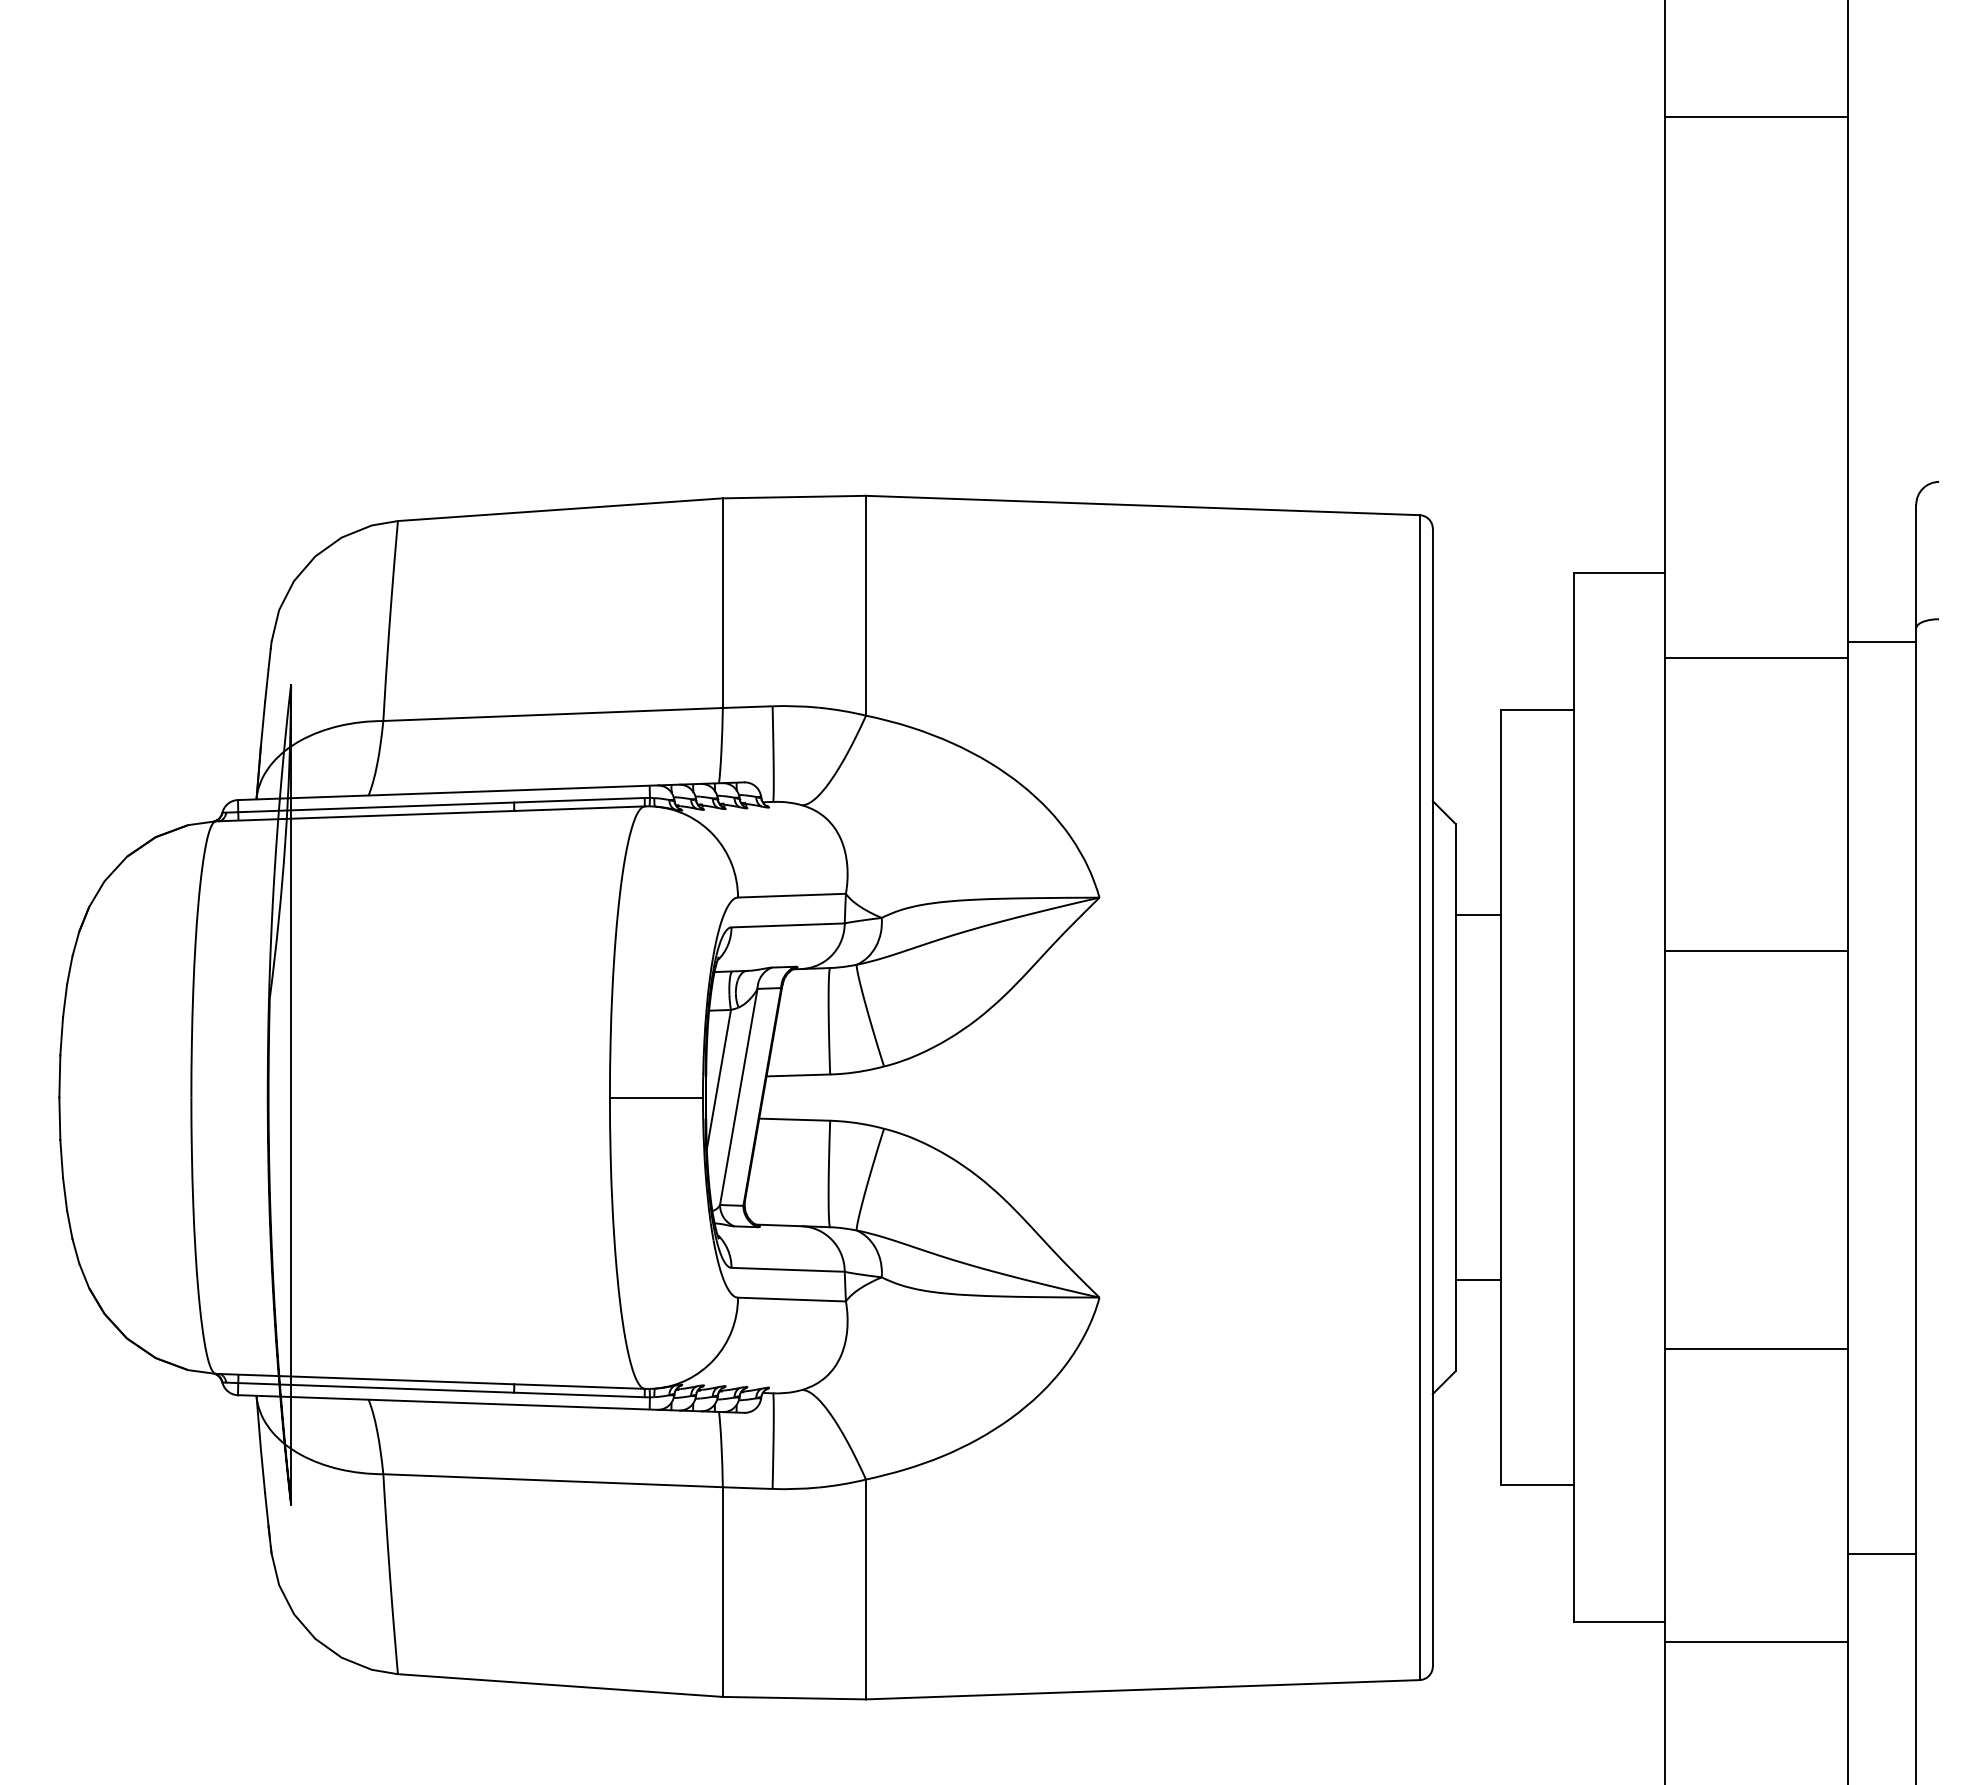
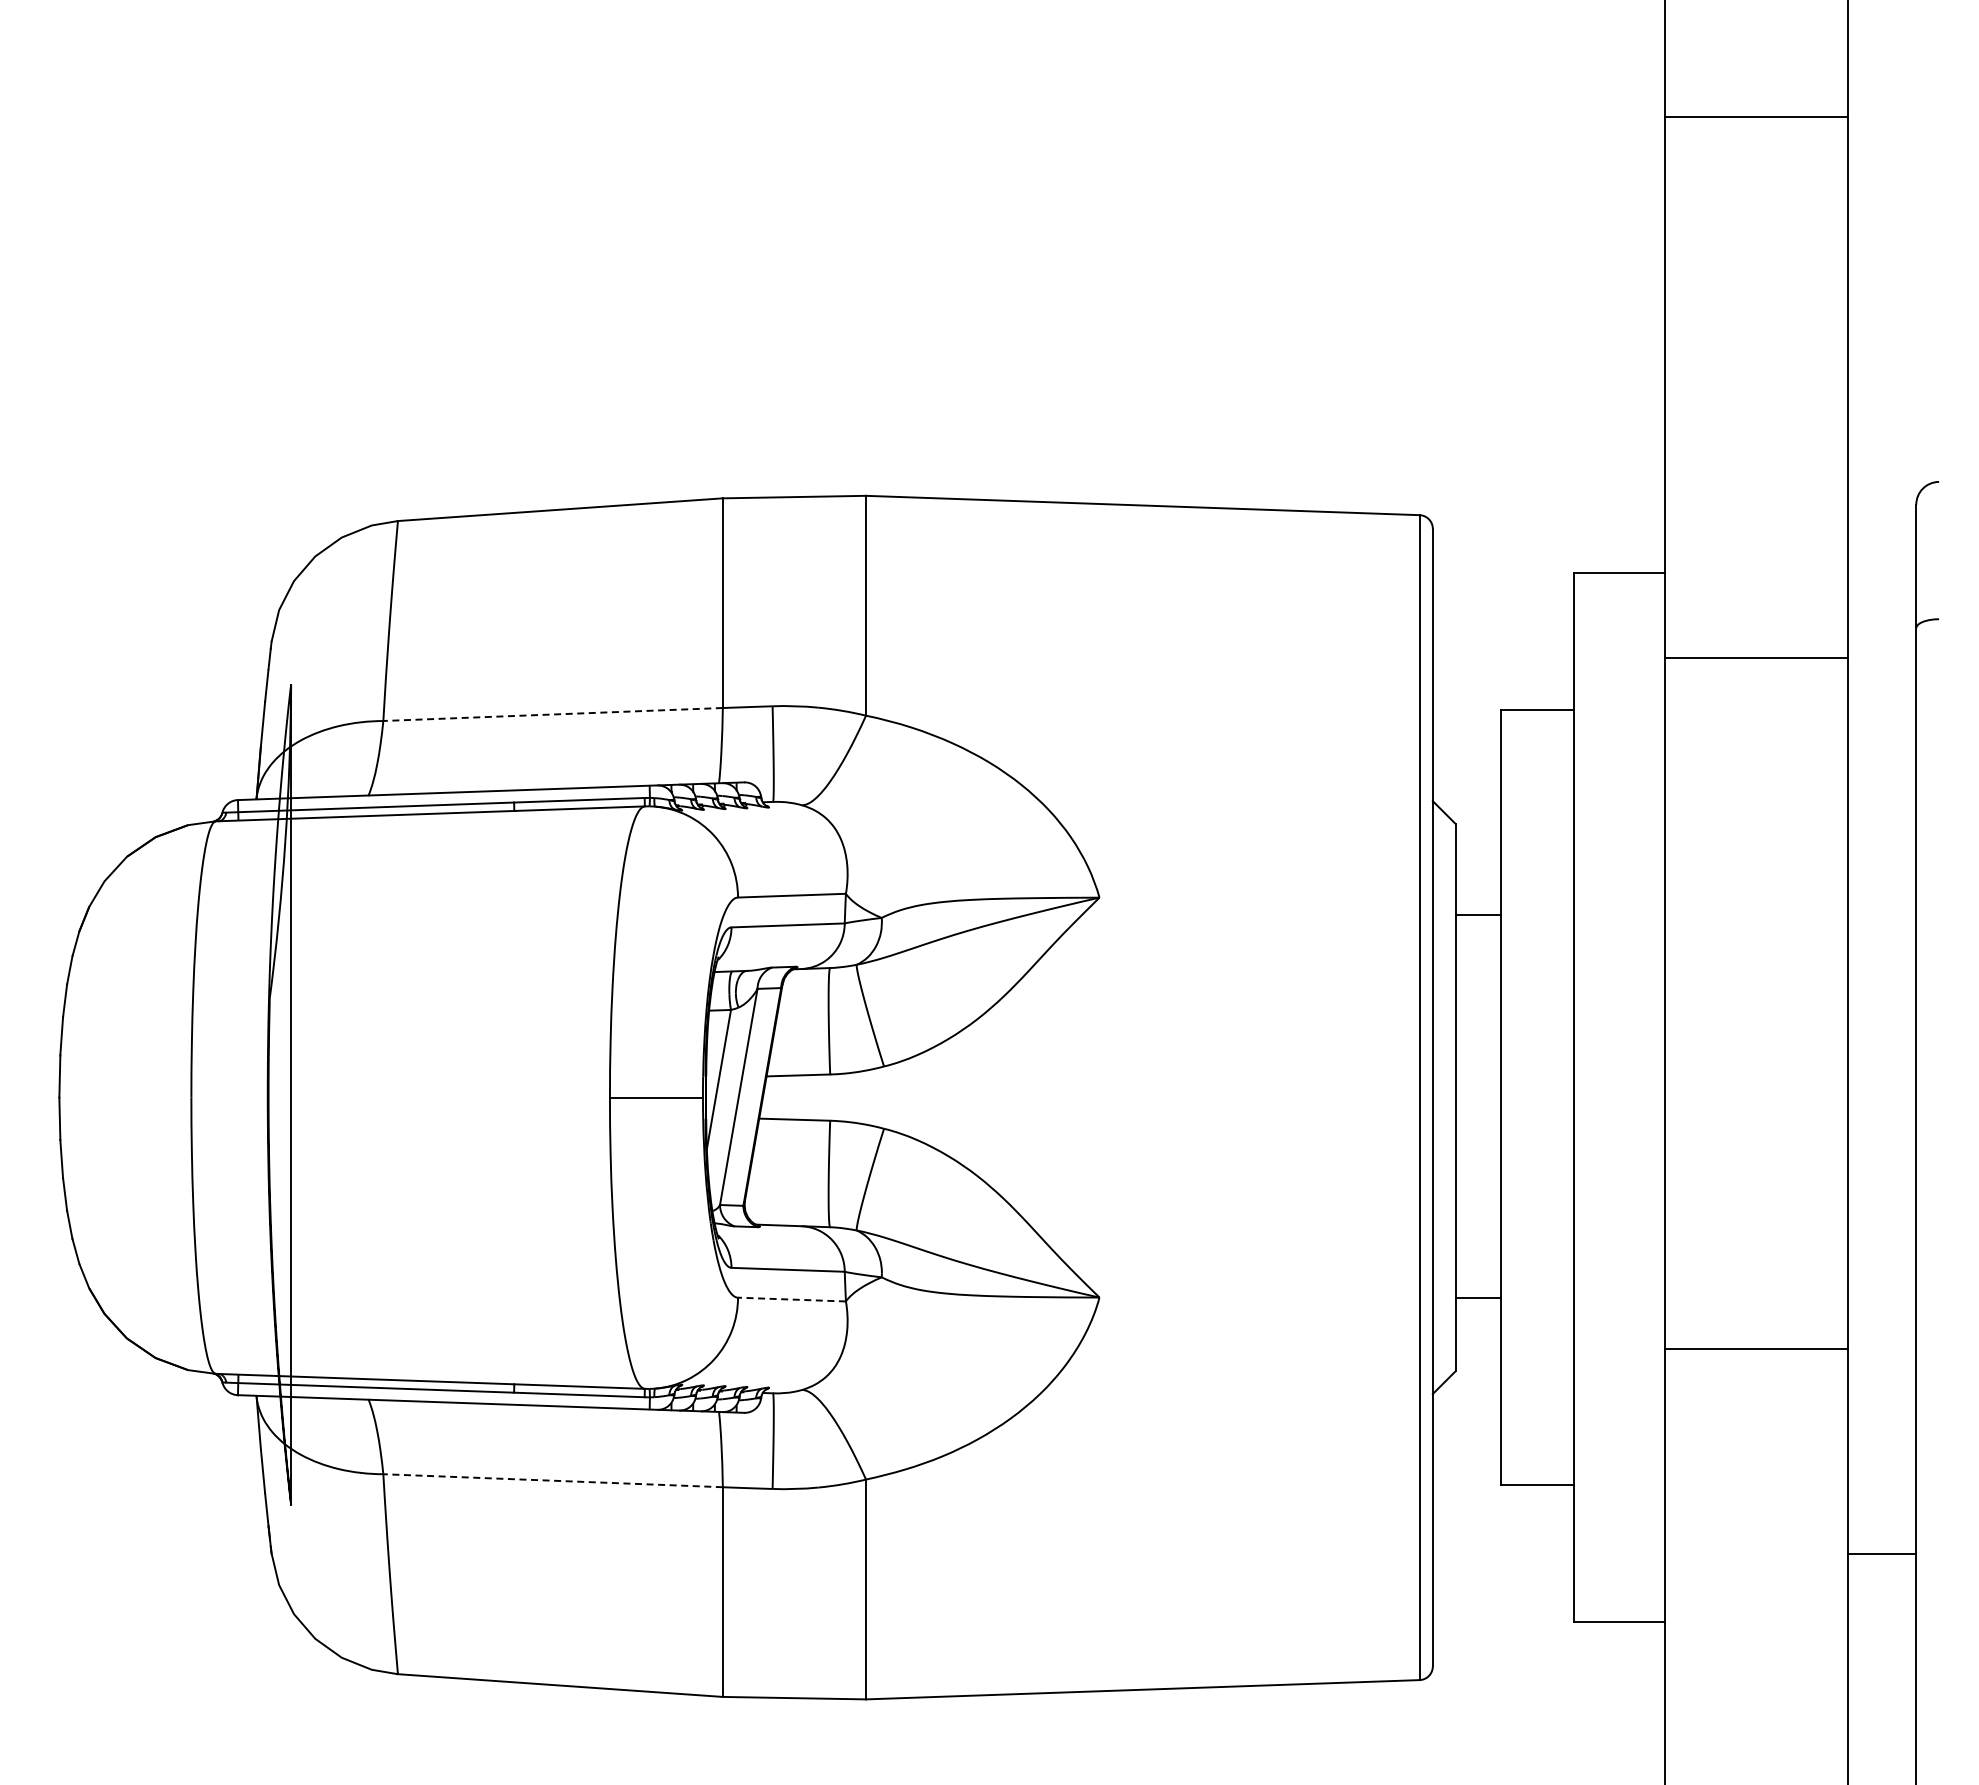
line at (1881, 641): present -> none
line at (553, 714): solid -> dashed
line at (1756, 951): present -> none
line at (1478, 1280) position: (1478, 1280) -> (1478, 1298)
line at (791, 1299): solid -> dashed
line at (553, 1480): solid -> dashed
line at (1756, 1642): present -> none
